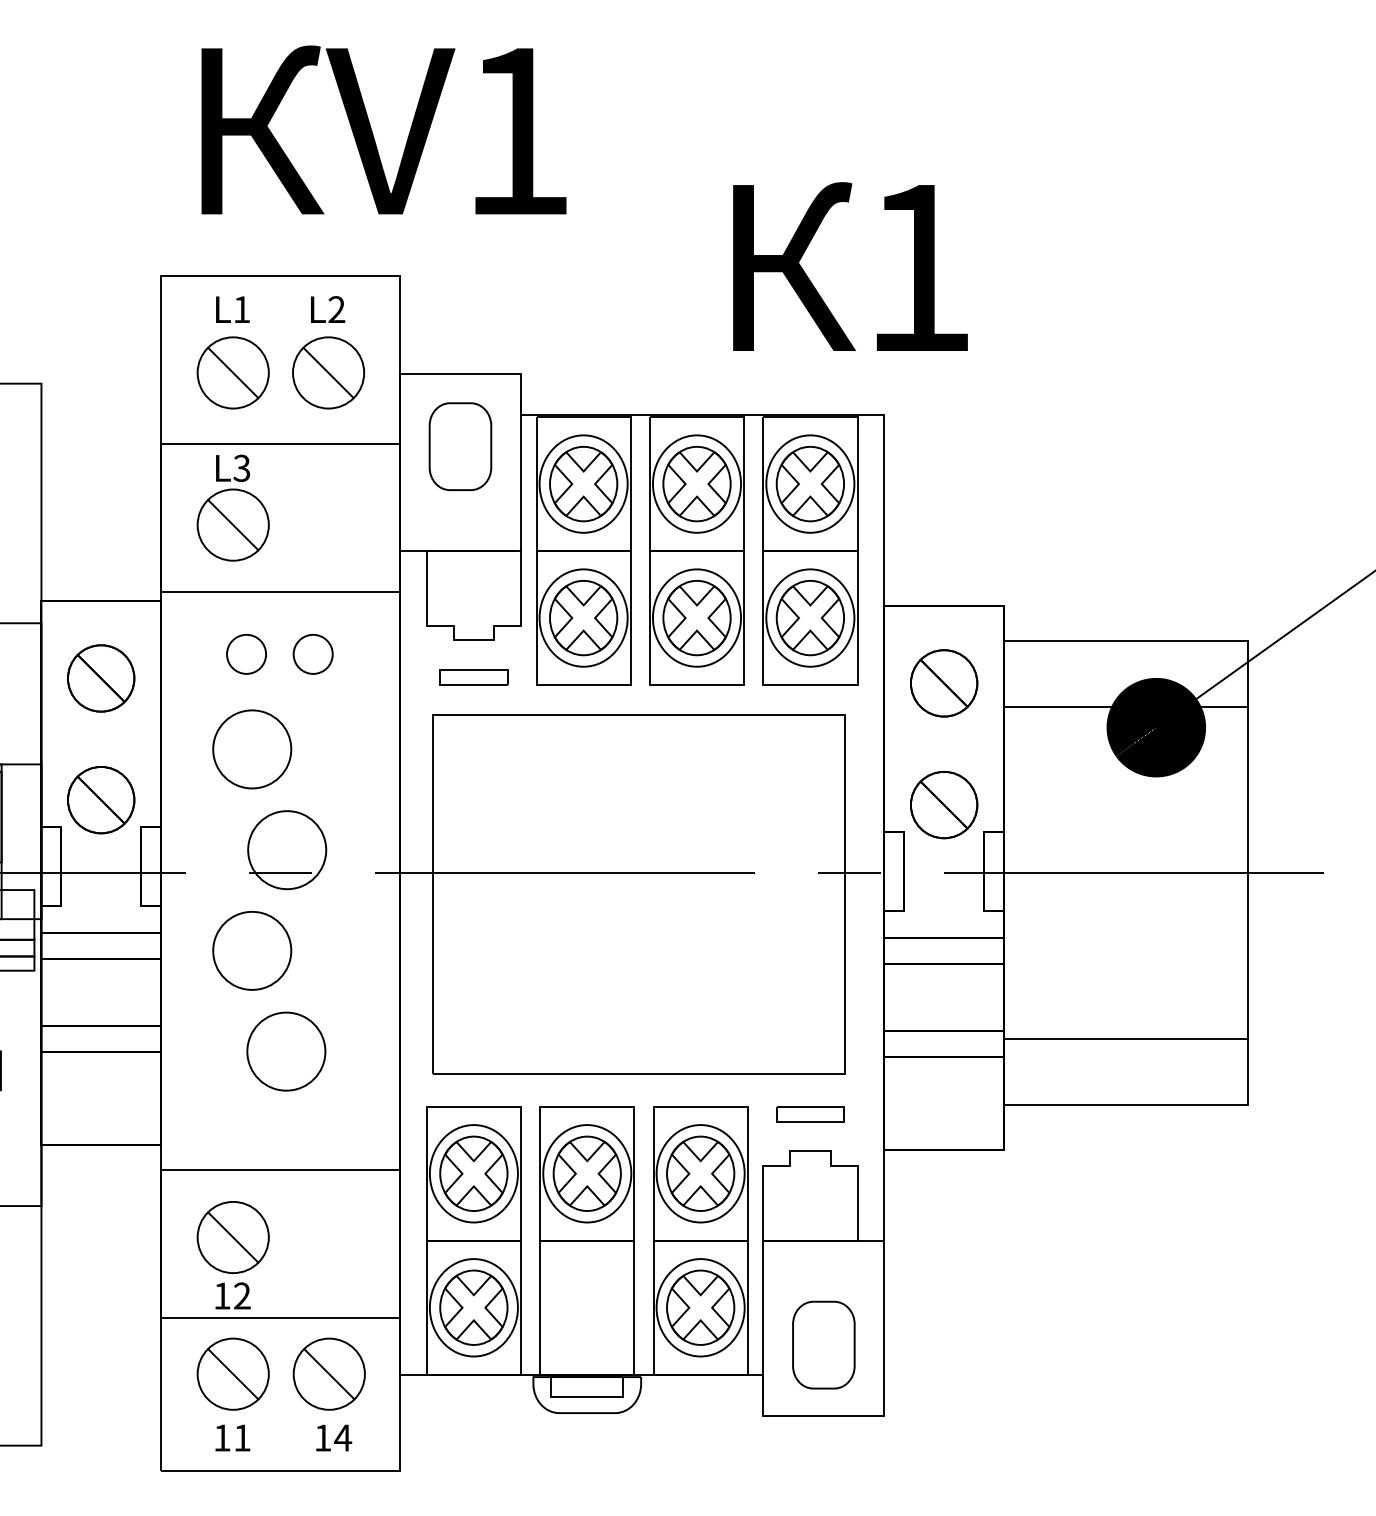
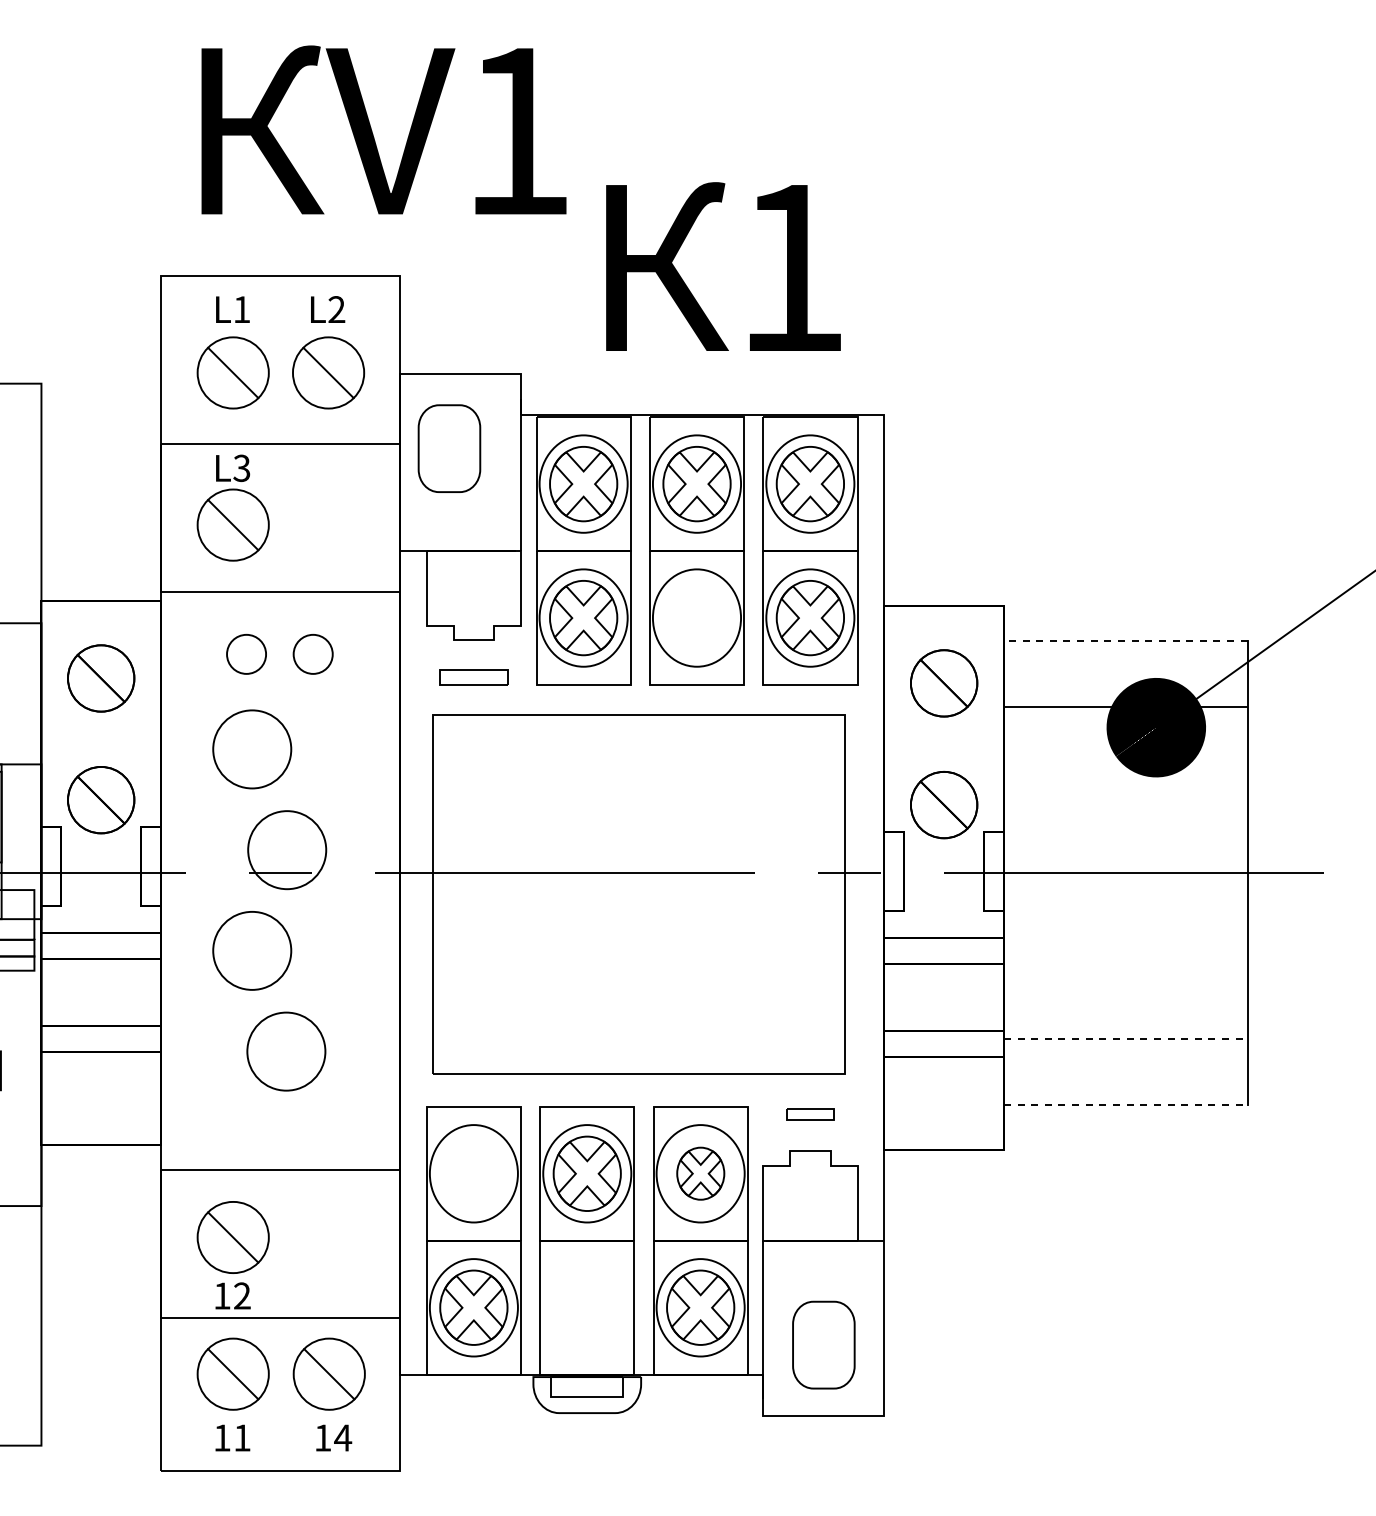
text at (850, 266) position: (850, 266) -> (723, 266)
part at (460, 446) position: (460, 446) -> (449, 448)
part at (696, 618): present -> none
line at (1125, 640): solid -> dashed
line at (1125, 1039): solid -> dashed
line at (1125, 1105): solid -> dashed
part at (810, 1114) size: 69x17 px -> 49x13 px
part at (473, 1173): present -> none
part at (700, 1173) size: 70x77 px -> 50x55 px
